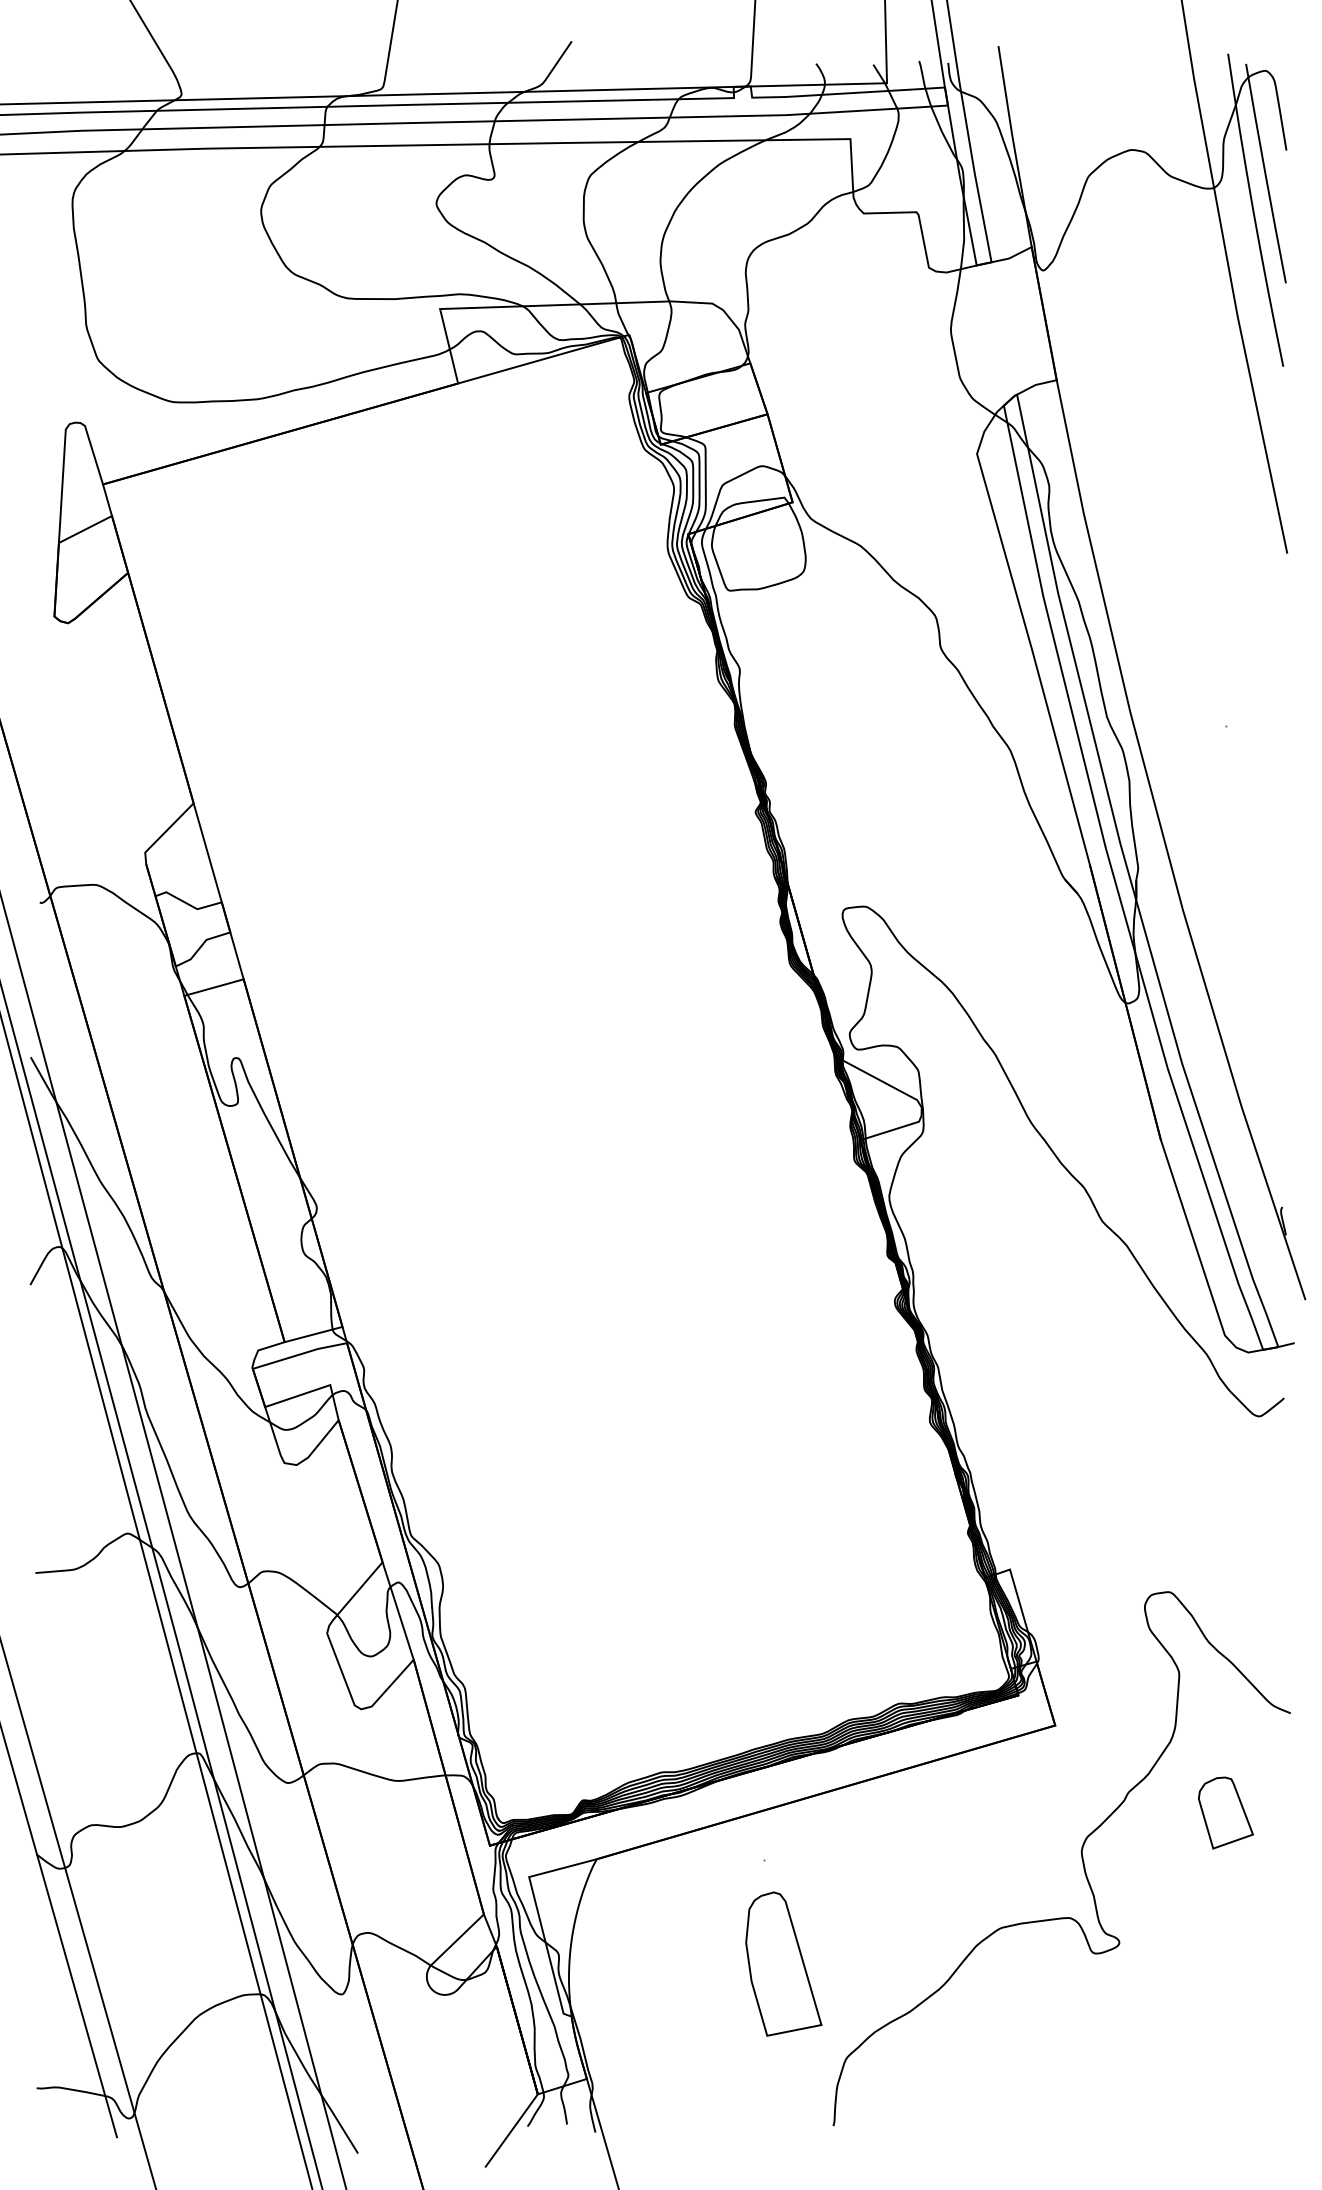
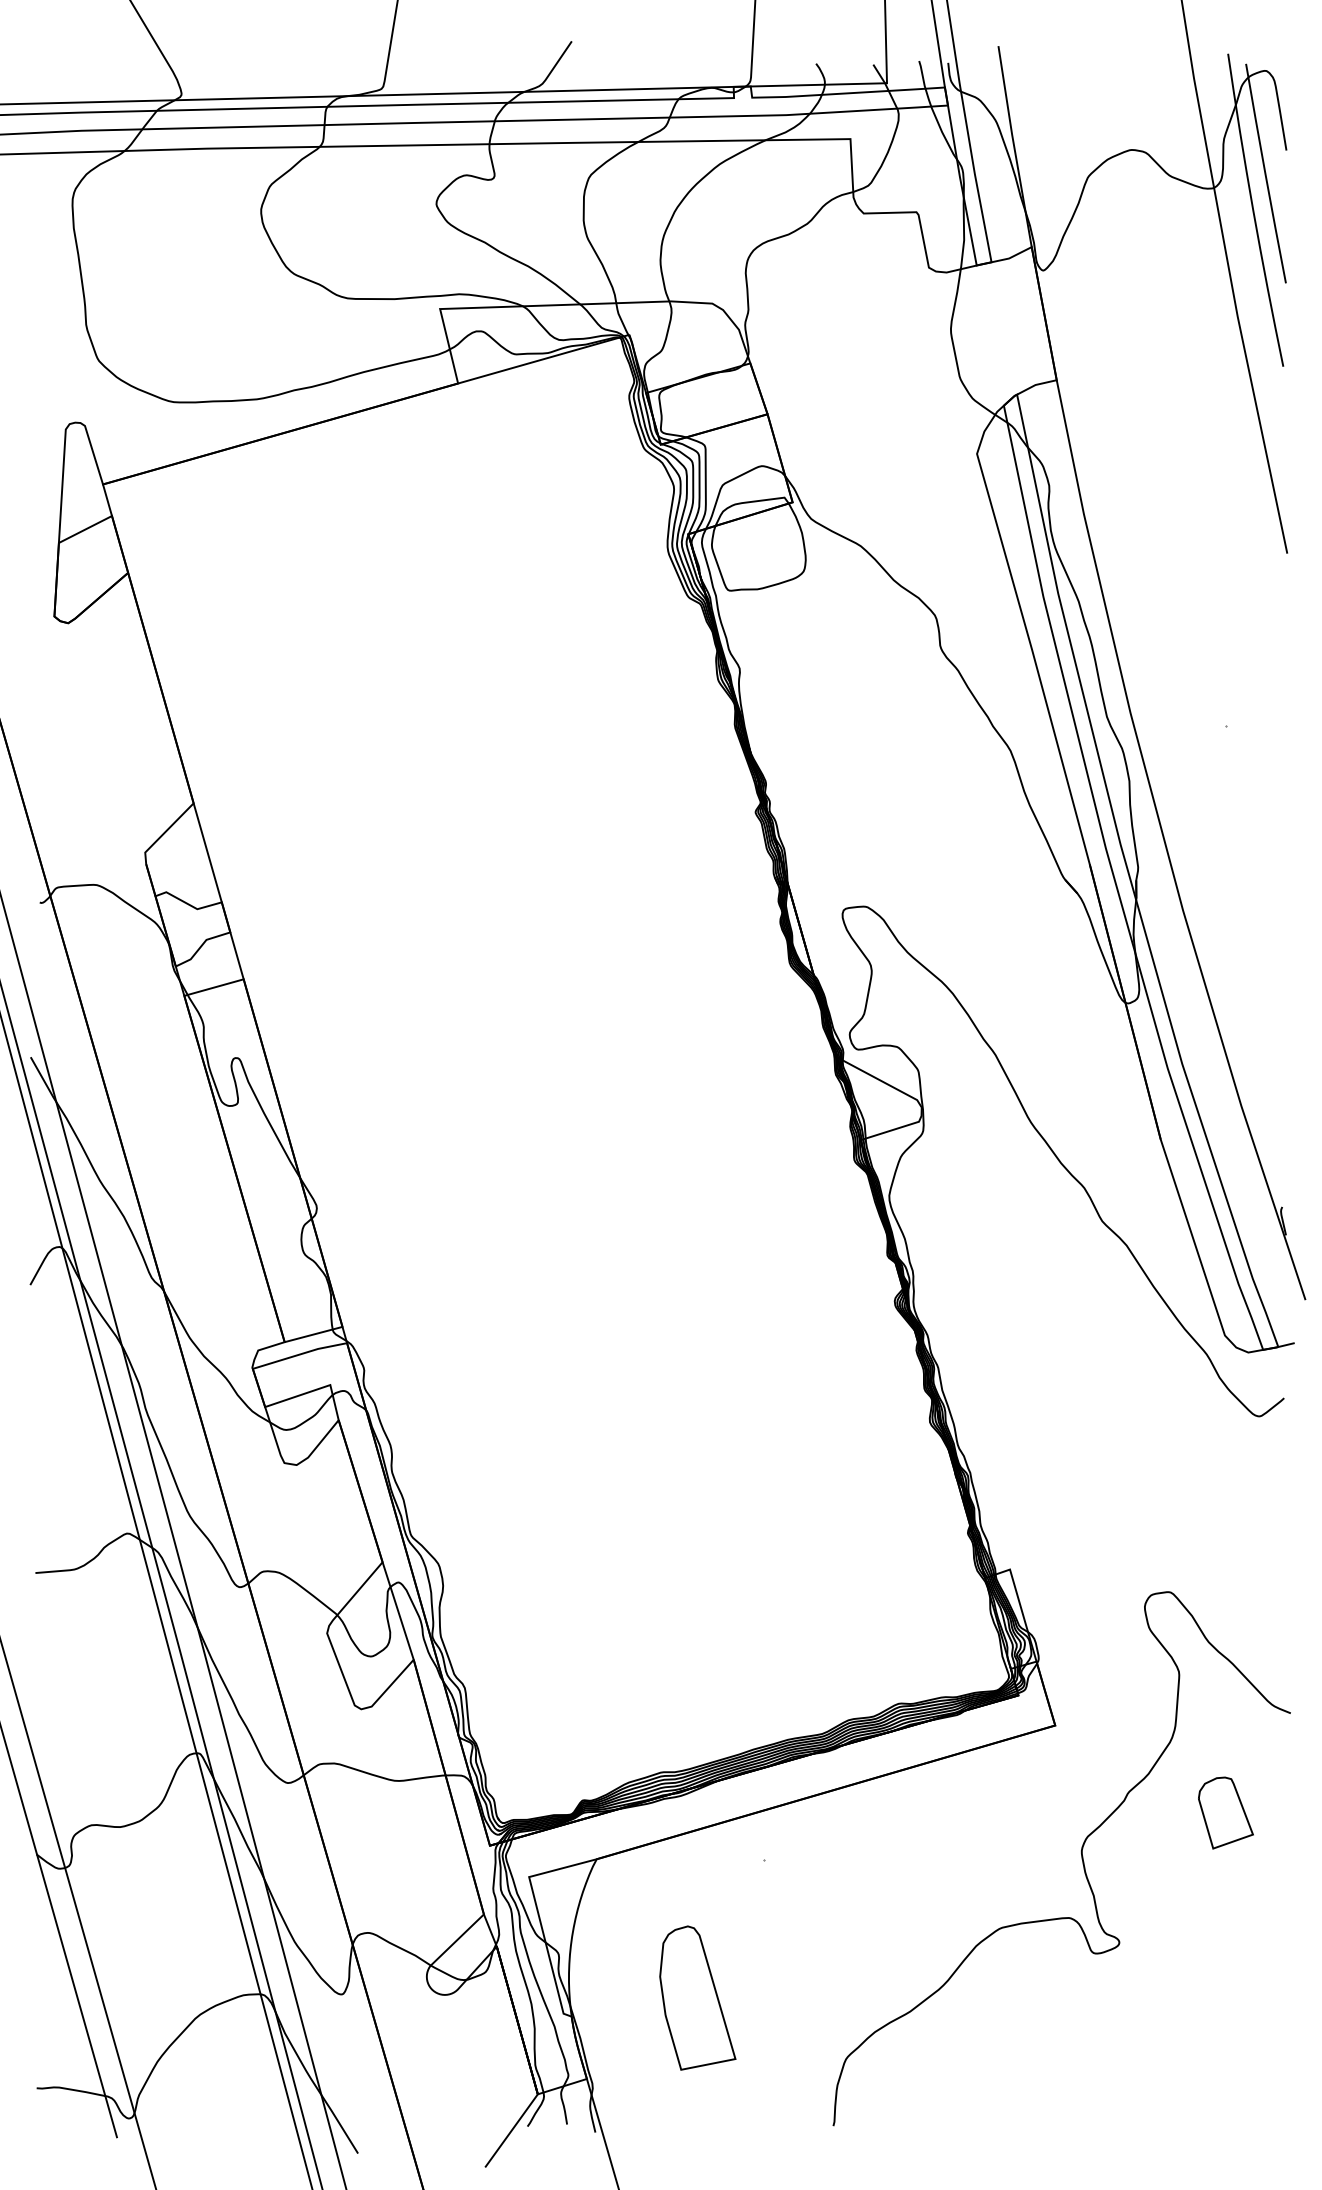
part at (783, 1963) position: (783, 1963) -> (697, 1997)
